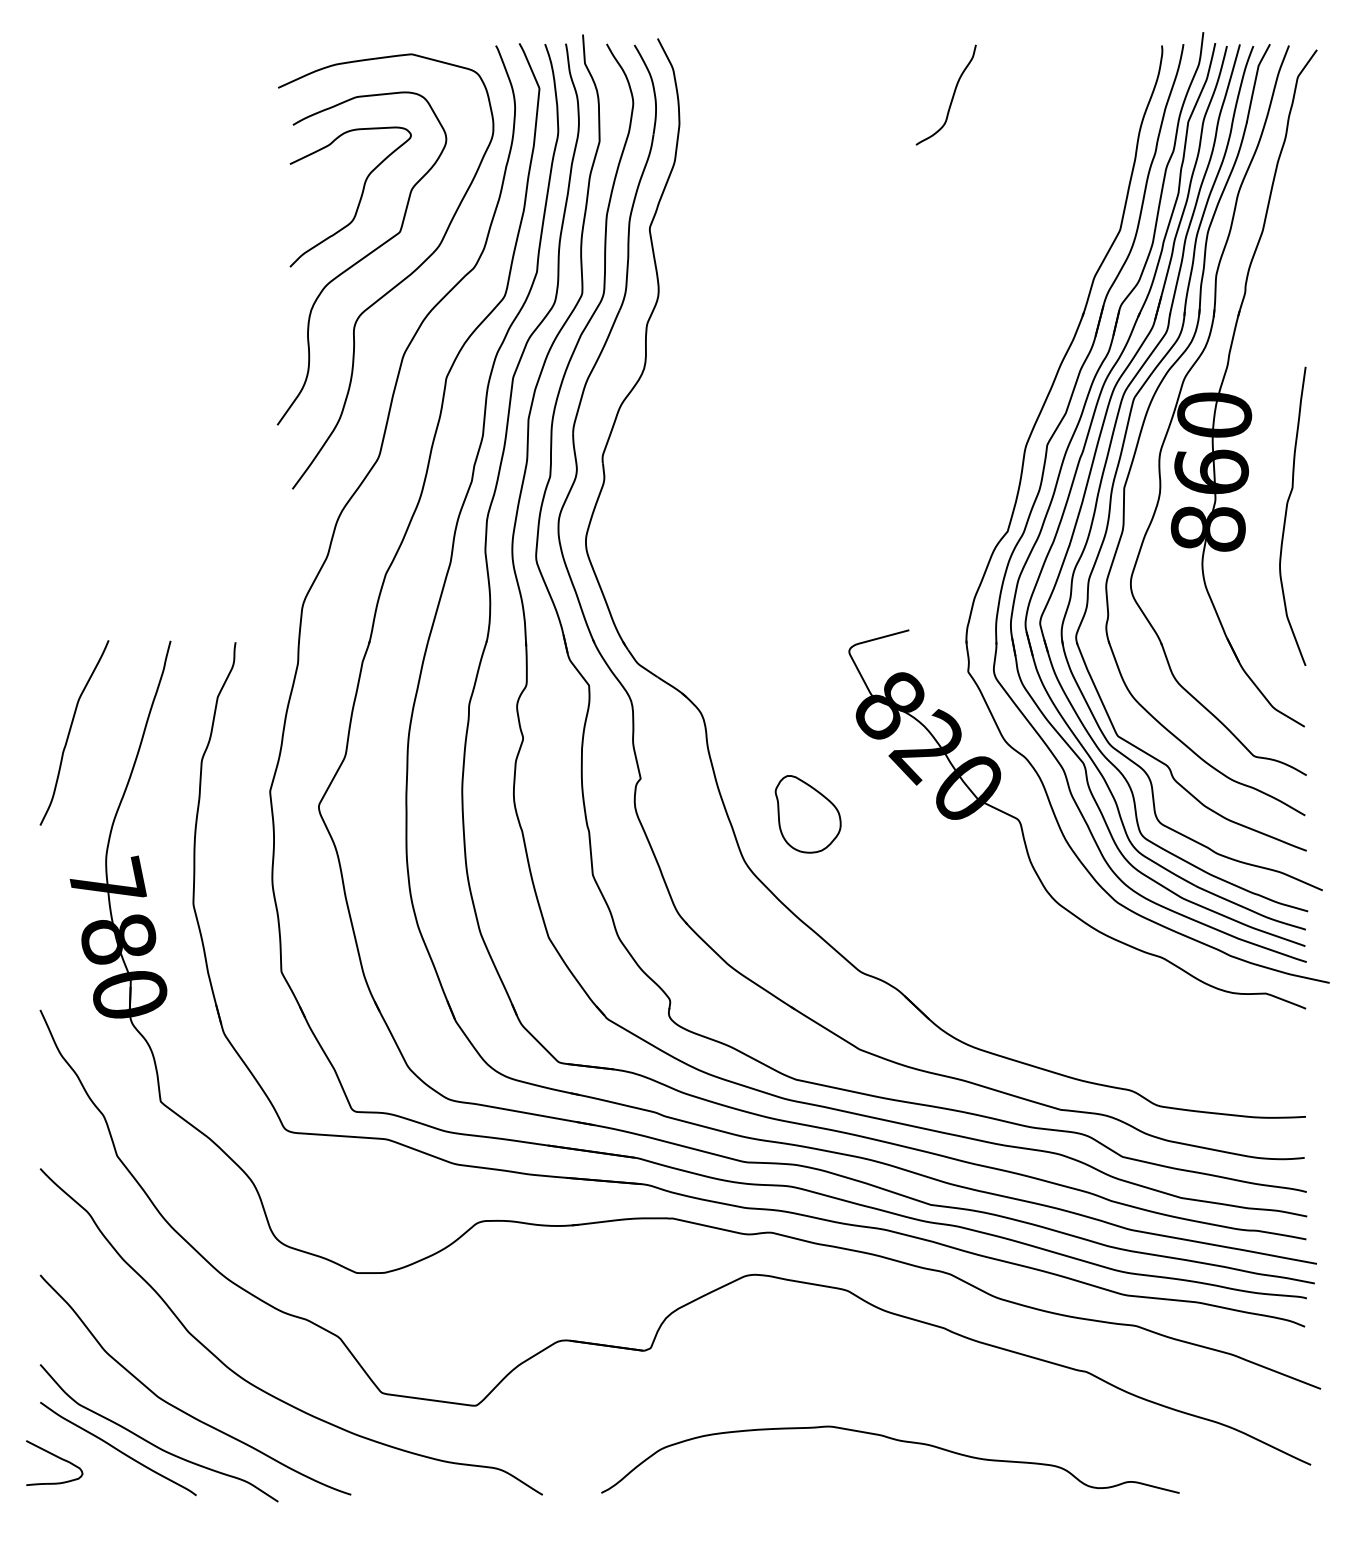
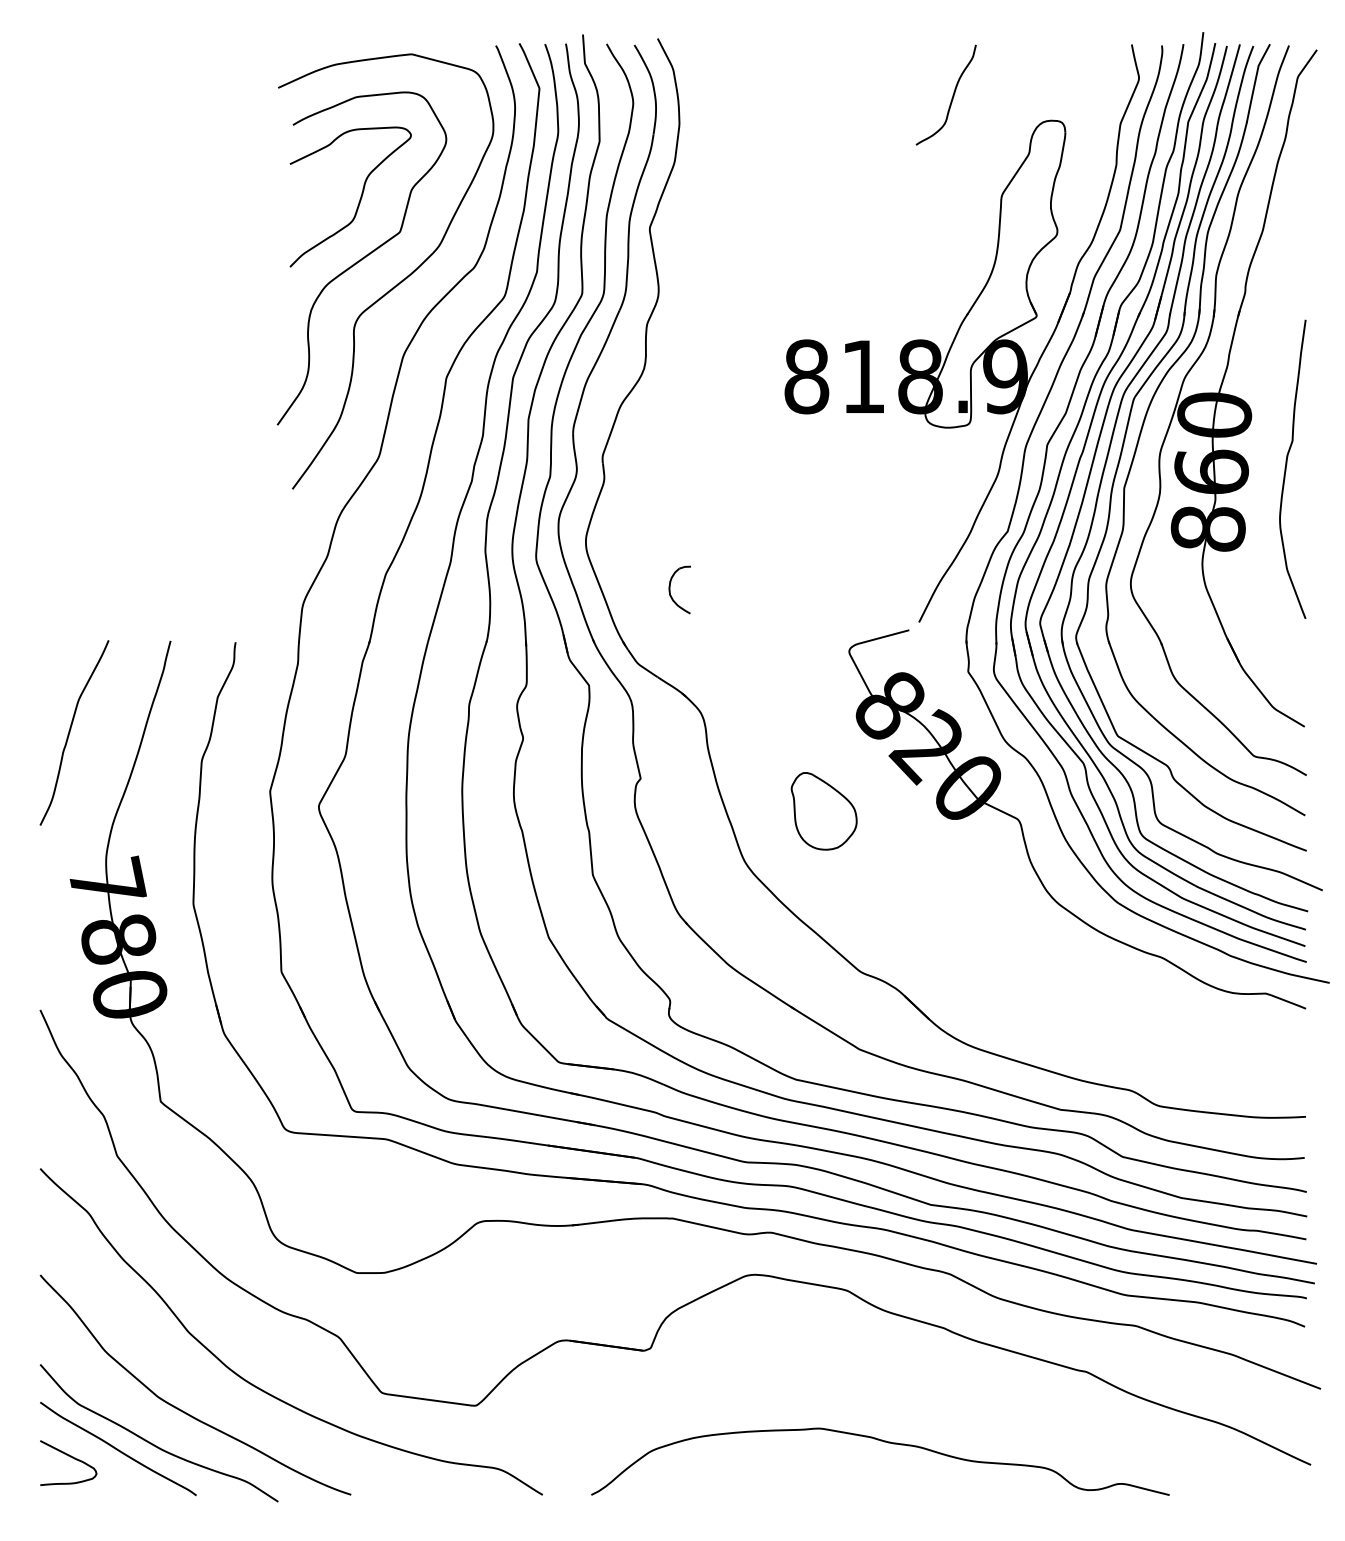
part at (961, 333): none -> present
curve at (1286, 515) position: (1286, 515) -> (1286, 468)
part at (670, 589): none -> present
part at (807, 814) position: (807, 814) -> (823, 811)
curve at (894, 1440) position: (894, 1440) -> (884, 1442)
curve at (56, 1457) position: (56, 1457) -> (70, 1457)
